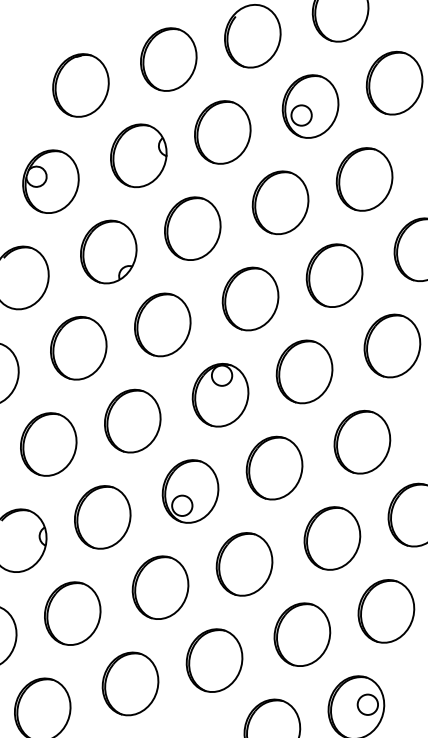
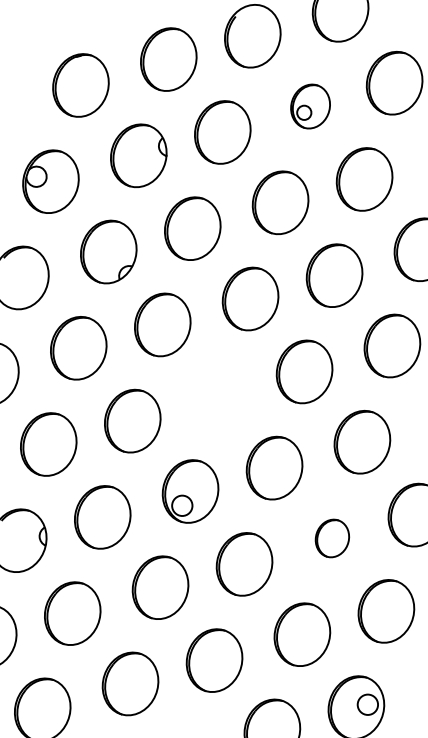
part at (310, 106) size: 59x65 px -> 41x47 px
part at (220, 395): present -> none
part at (332, 538) size: 59x65 px -> 37x41 px
